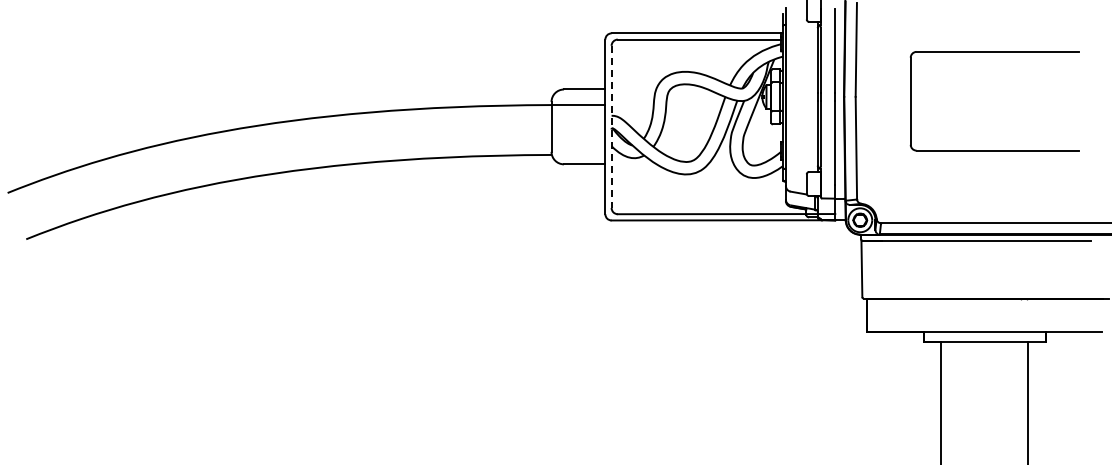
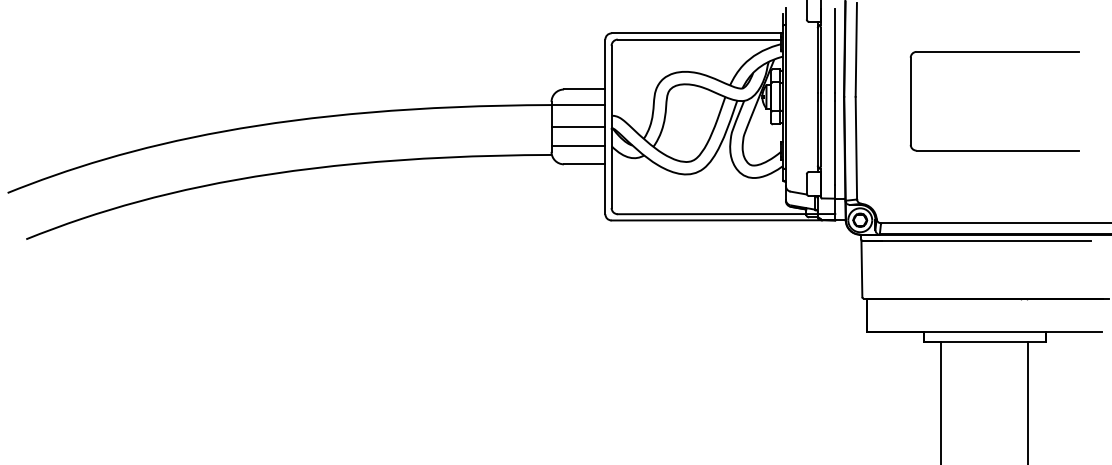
line at (578, 126): none -> present
line at (611, 127): dashed -> solid
line at (578, 146): none -> present
